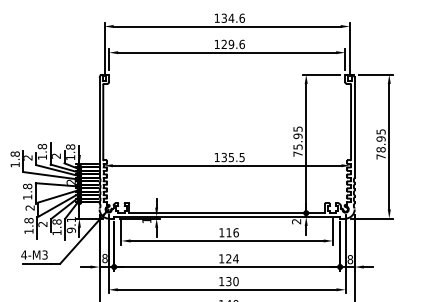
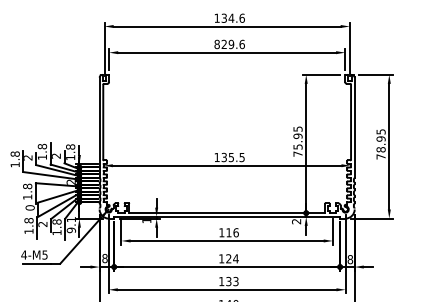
text at (216, 44): 129.6 -> 829.6
text at (29, 207): 2 -> 0
text at (44, 254): 4-M3 -> 4-M5
text at (235, 281): 130 -> 133
